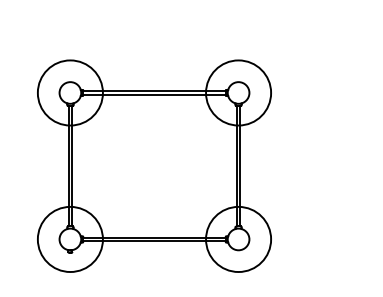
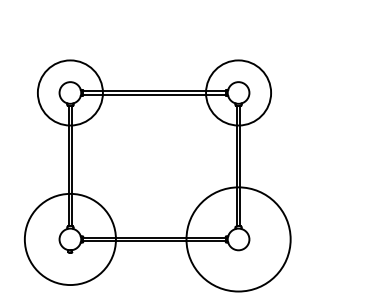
circle at (69, 239) diameter: 65 px -> 91 px
circle at (238, 239) diameter: 65 px -> 104 px
